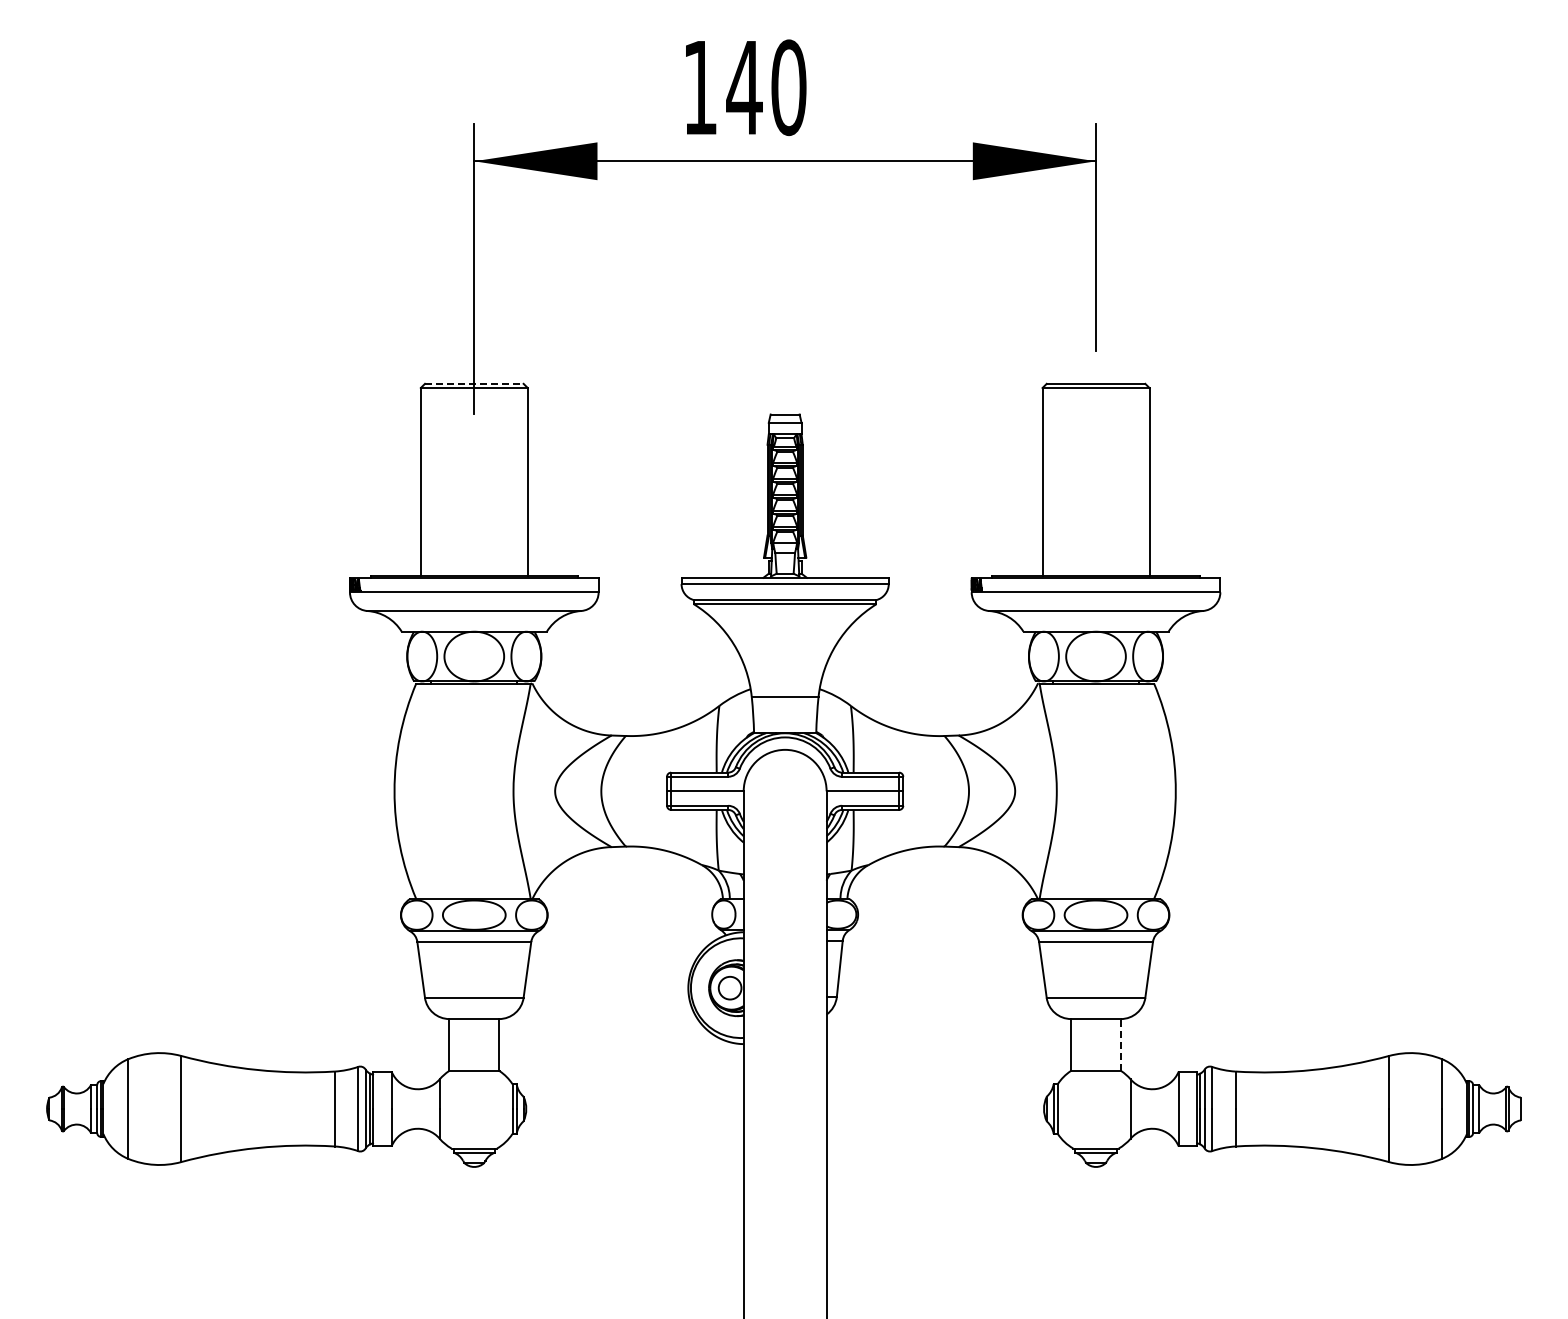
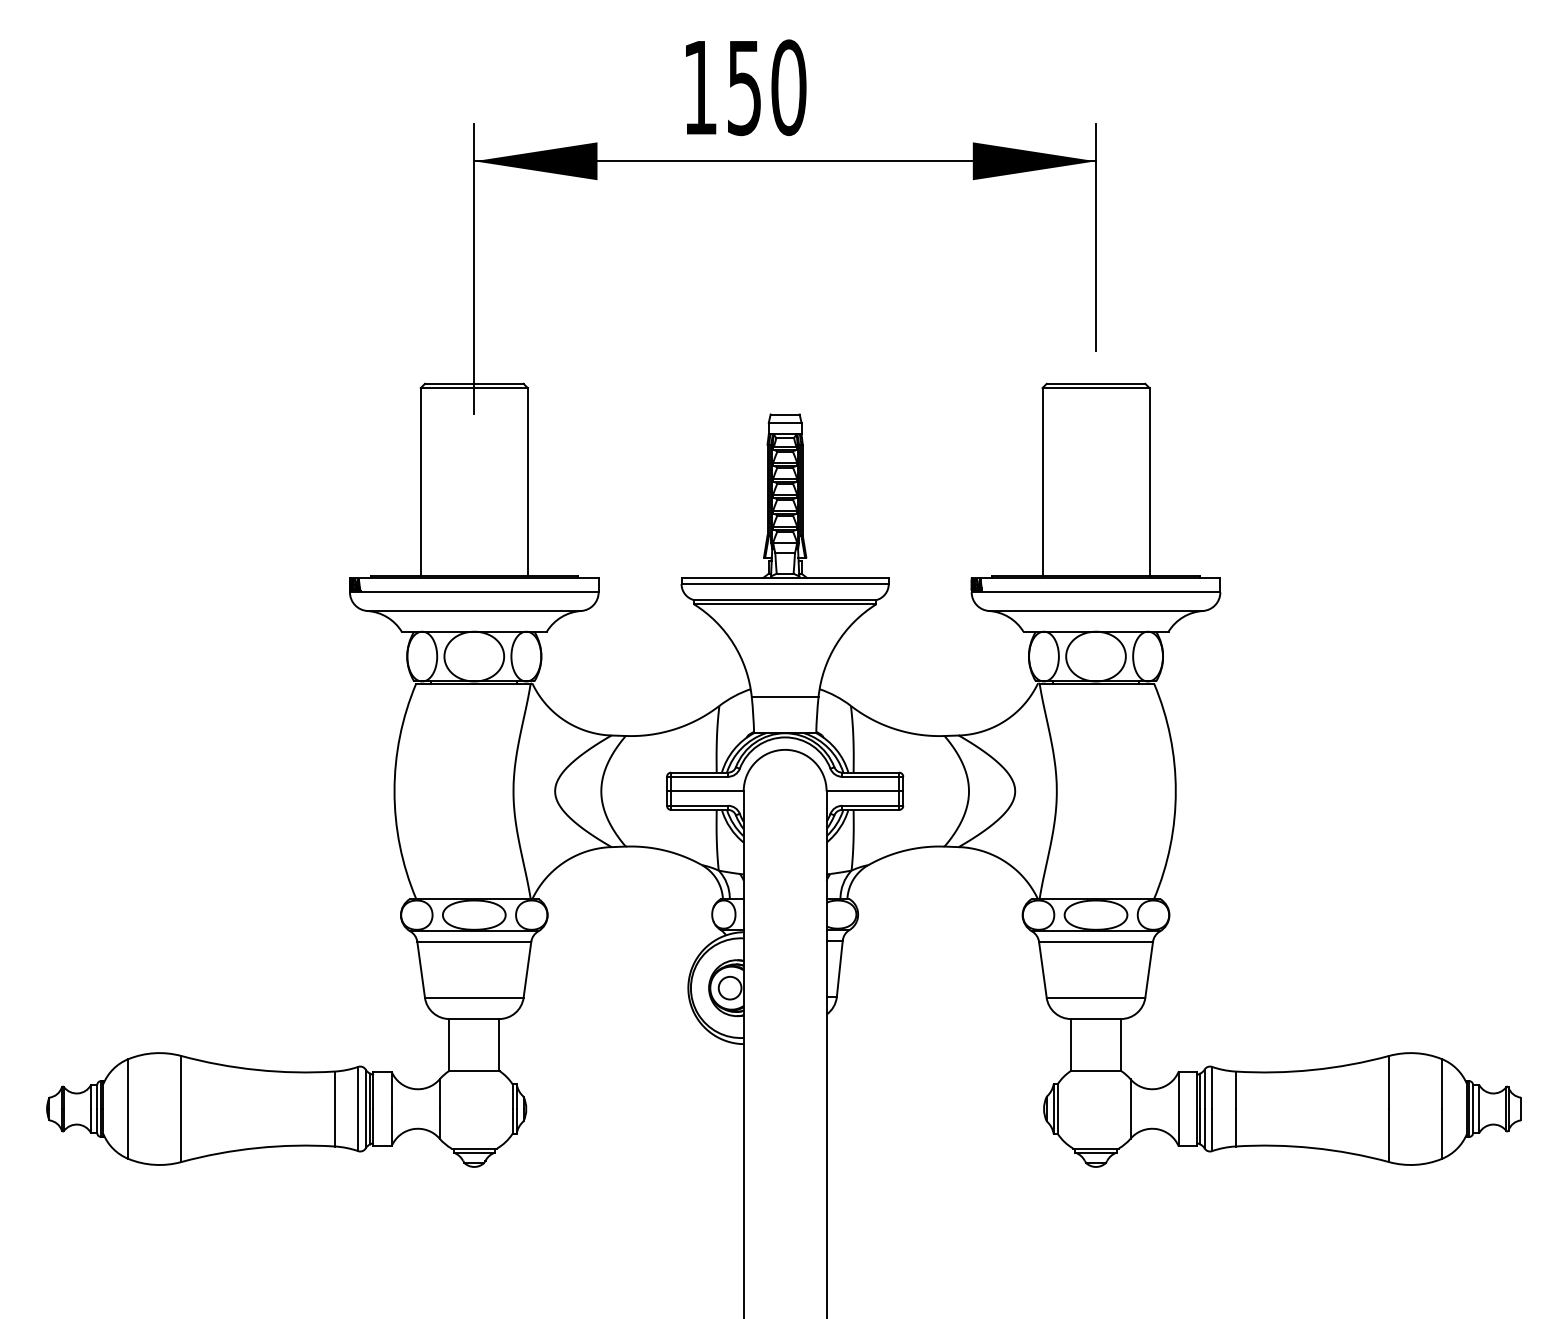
text at (744, 88): 140 -> 150
line at (474, 383): dashed -> solid
line at (1120, 1044): dashed -> solid
